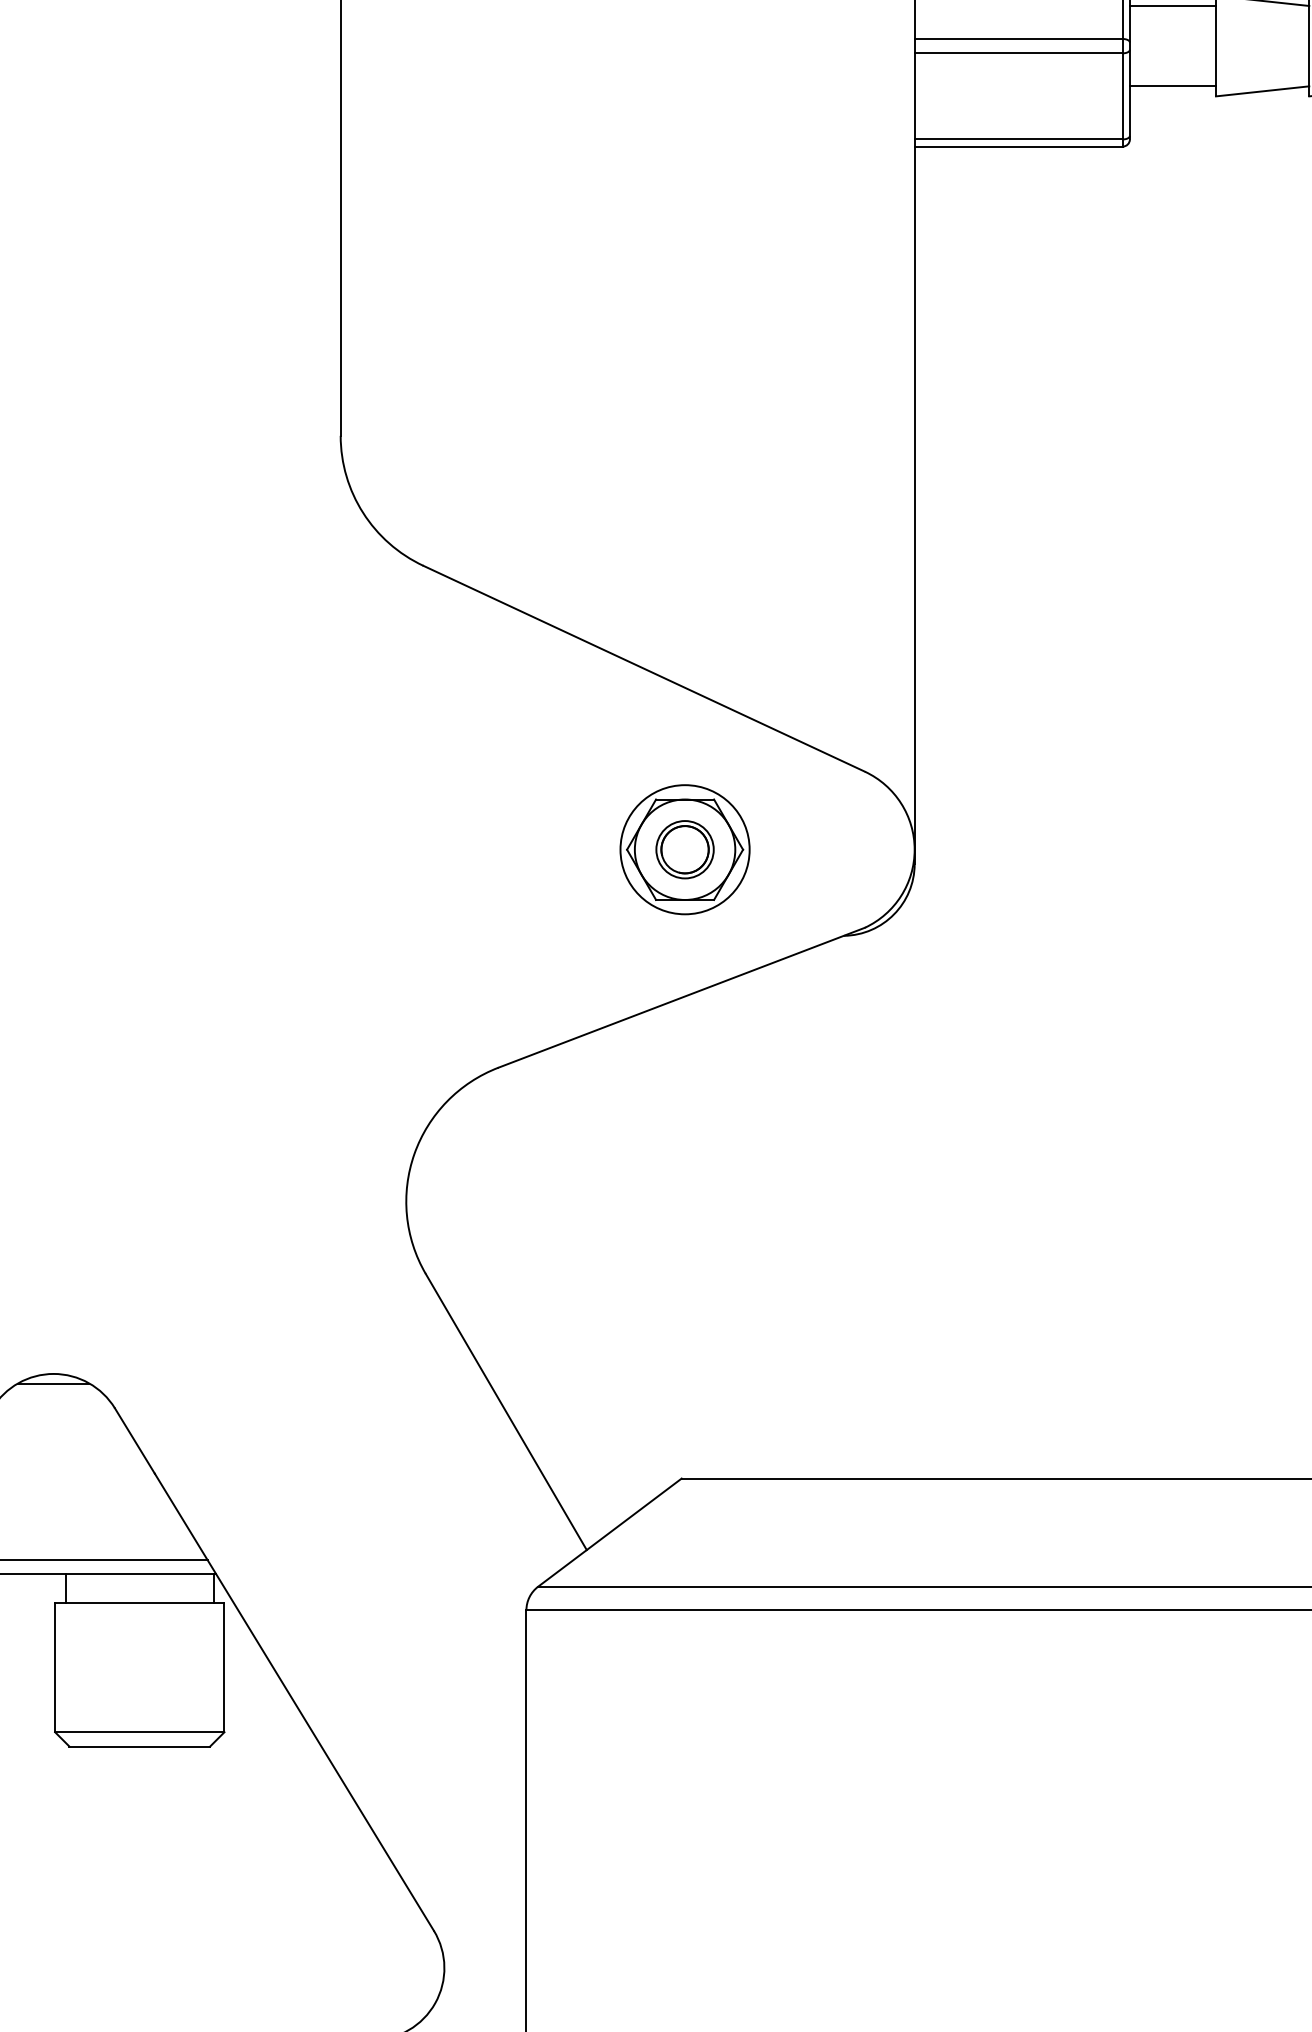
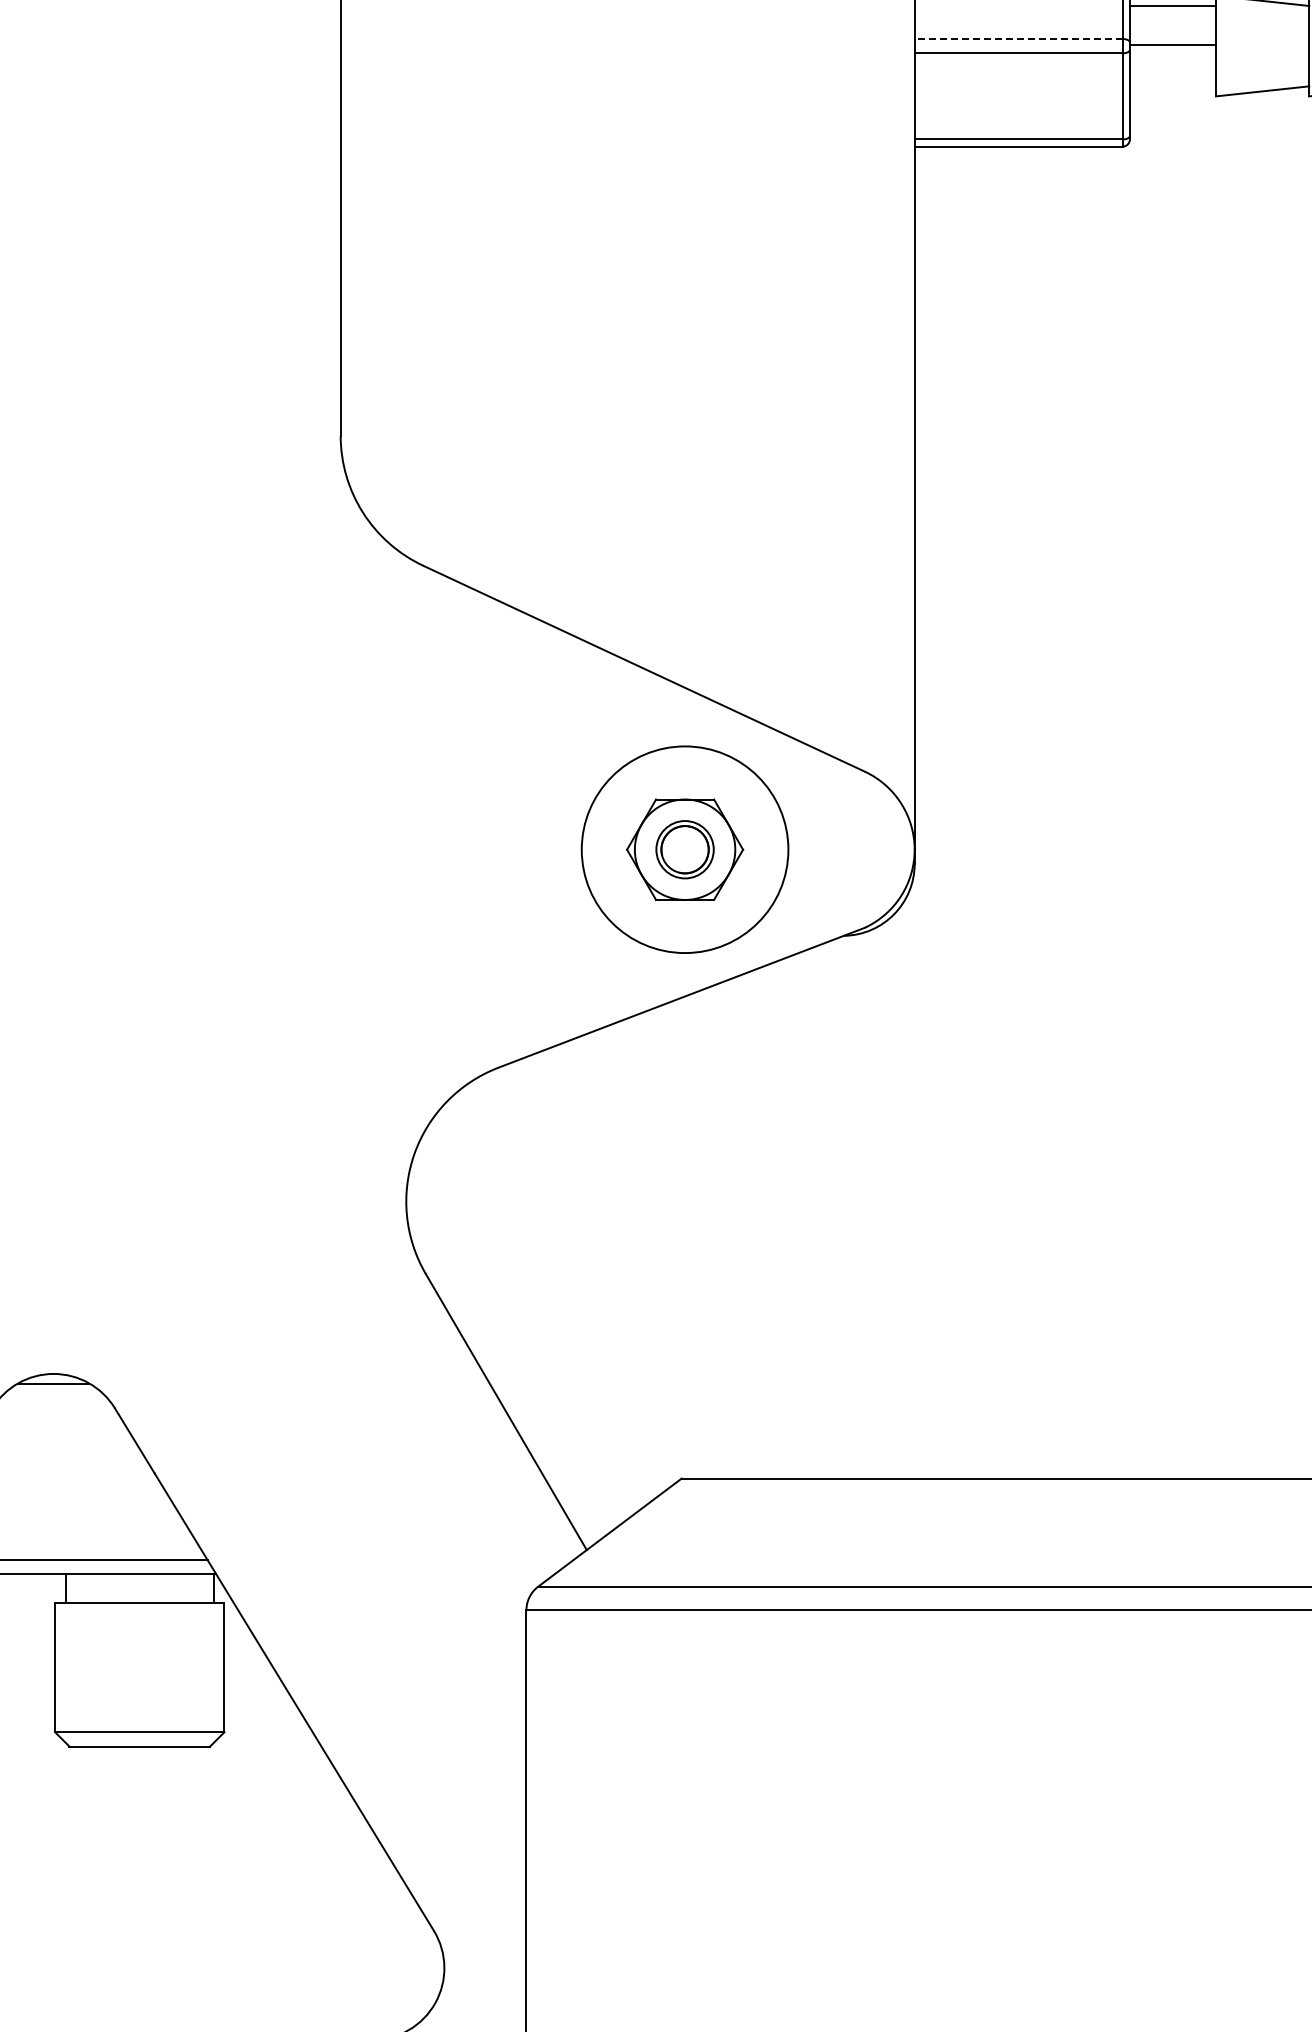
line at (1018, 39): solid -> dashed
line at (1172, 86) position: (1172, 86) -> (1172, 45)
circle at (684, 849) diameter: 129 px -> 207 px
